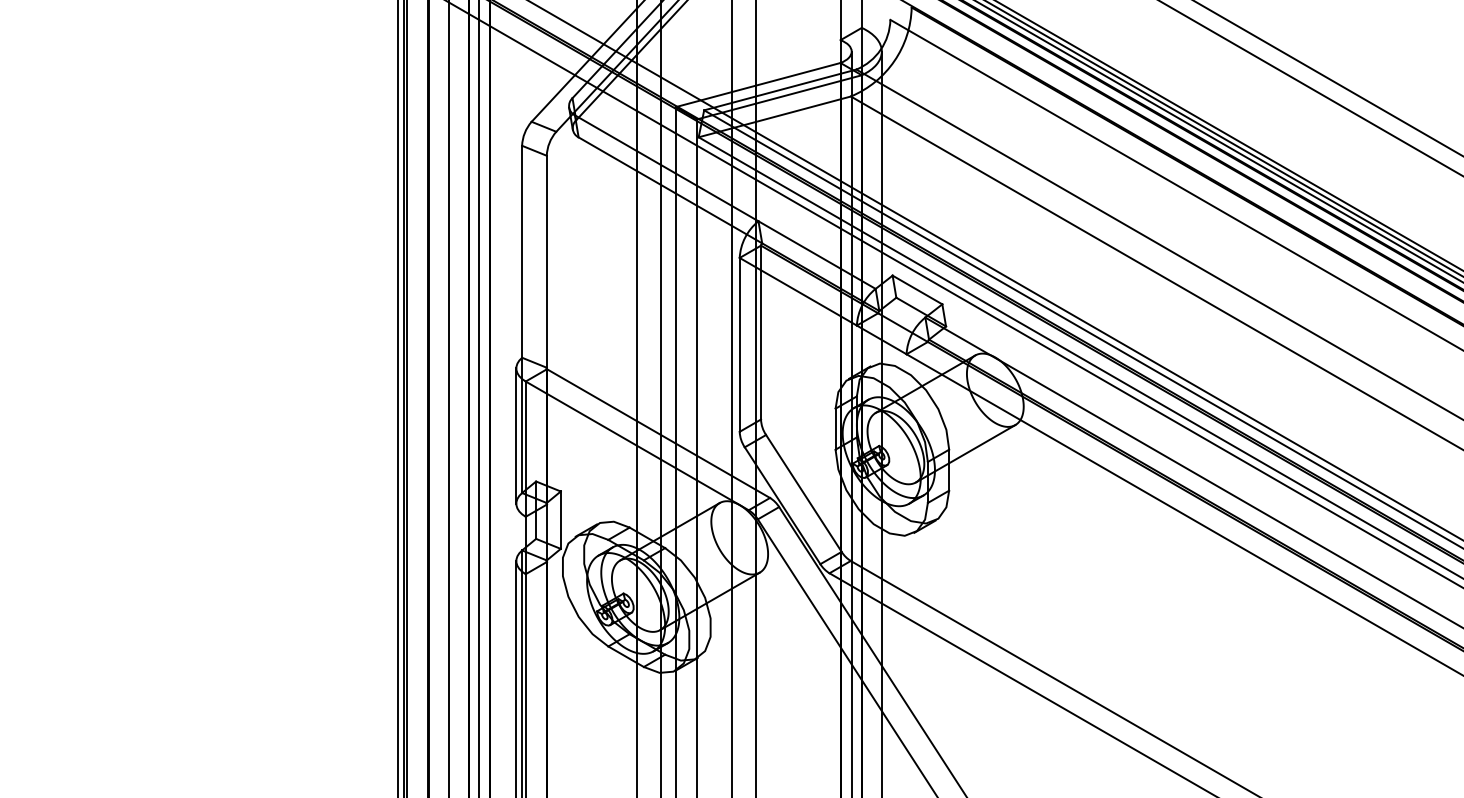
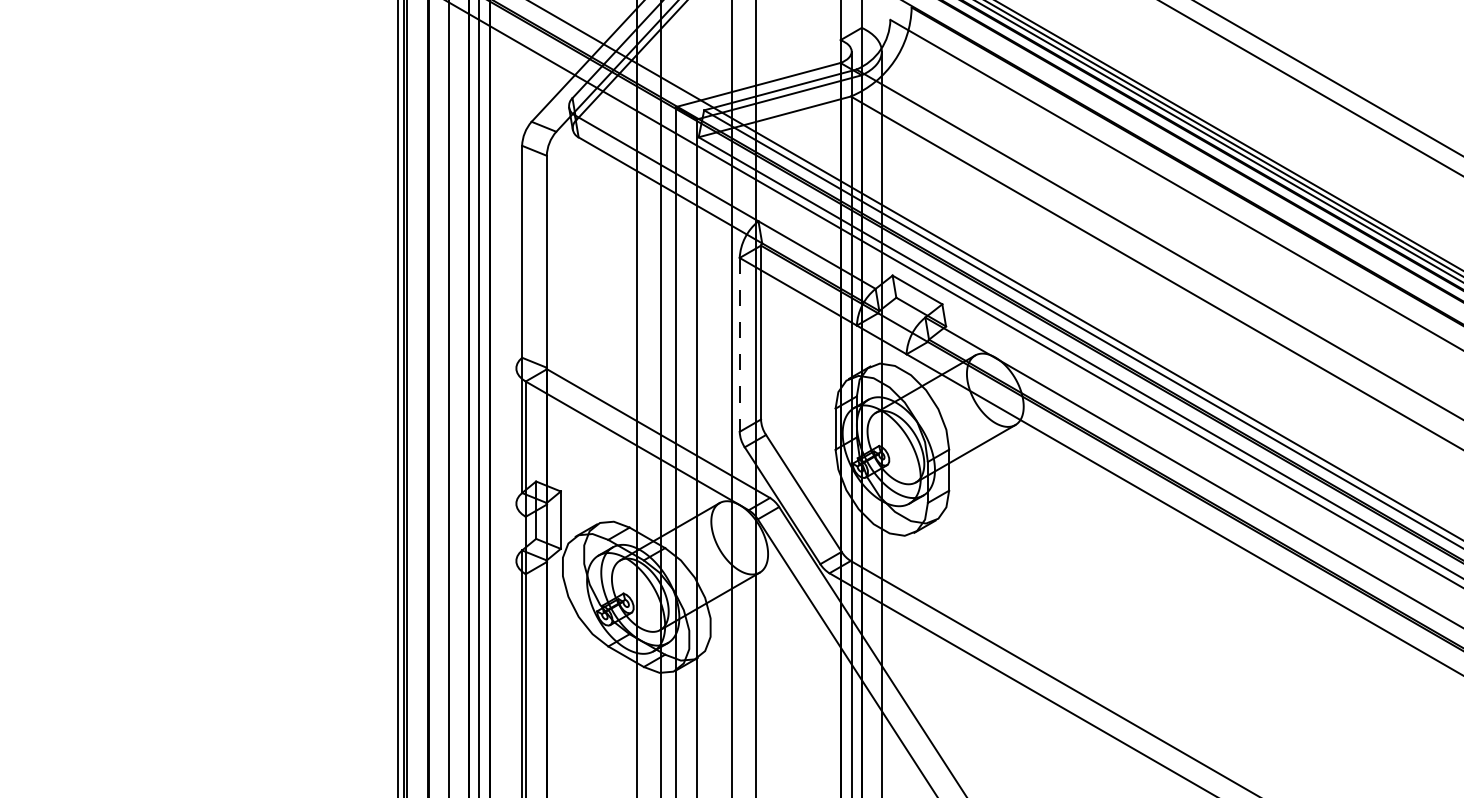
line at (739, 344): solid -> dashed
line at (516, 435): present -> none
line at (516, 677): present -> none
